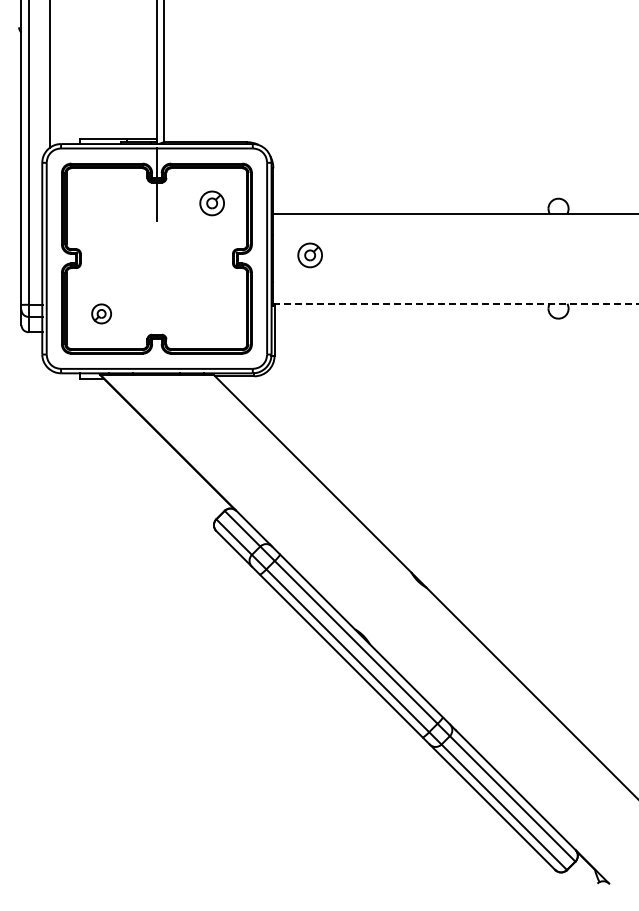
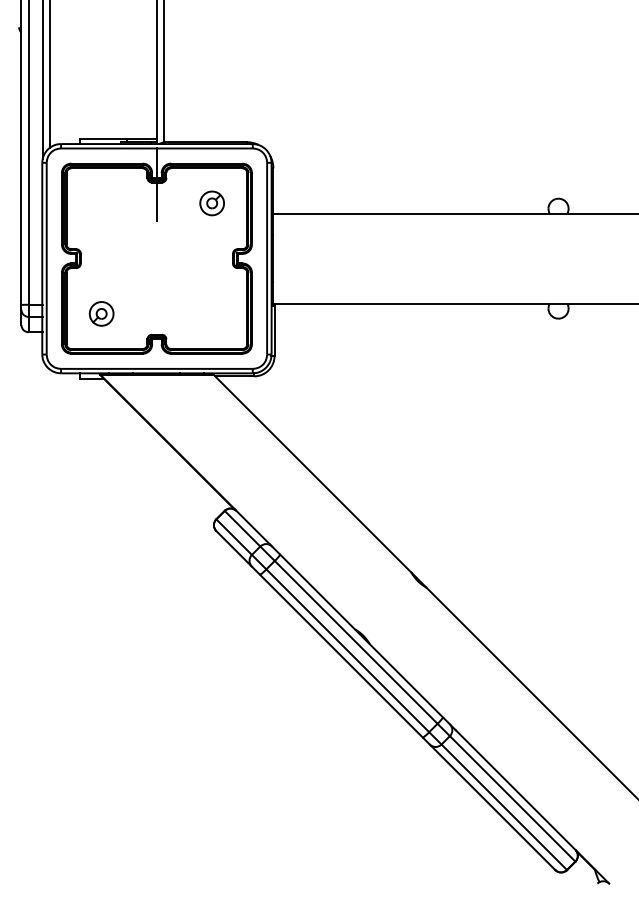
line at (42, 80): none -> present
part at (309, 255): present -> none
line at (456, 303): dashed -> solid
part at (101, 313) size: 21x22 px -> 27x26 px
